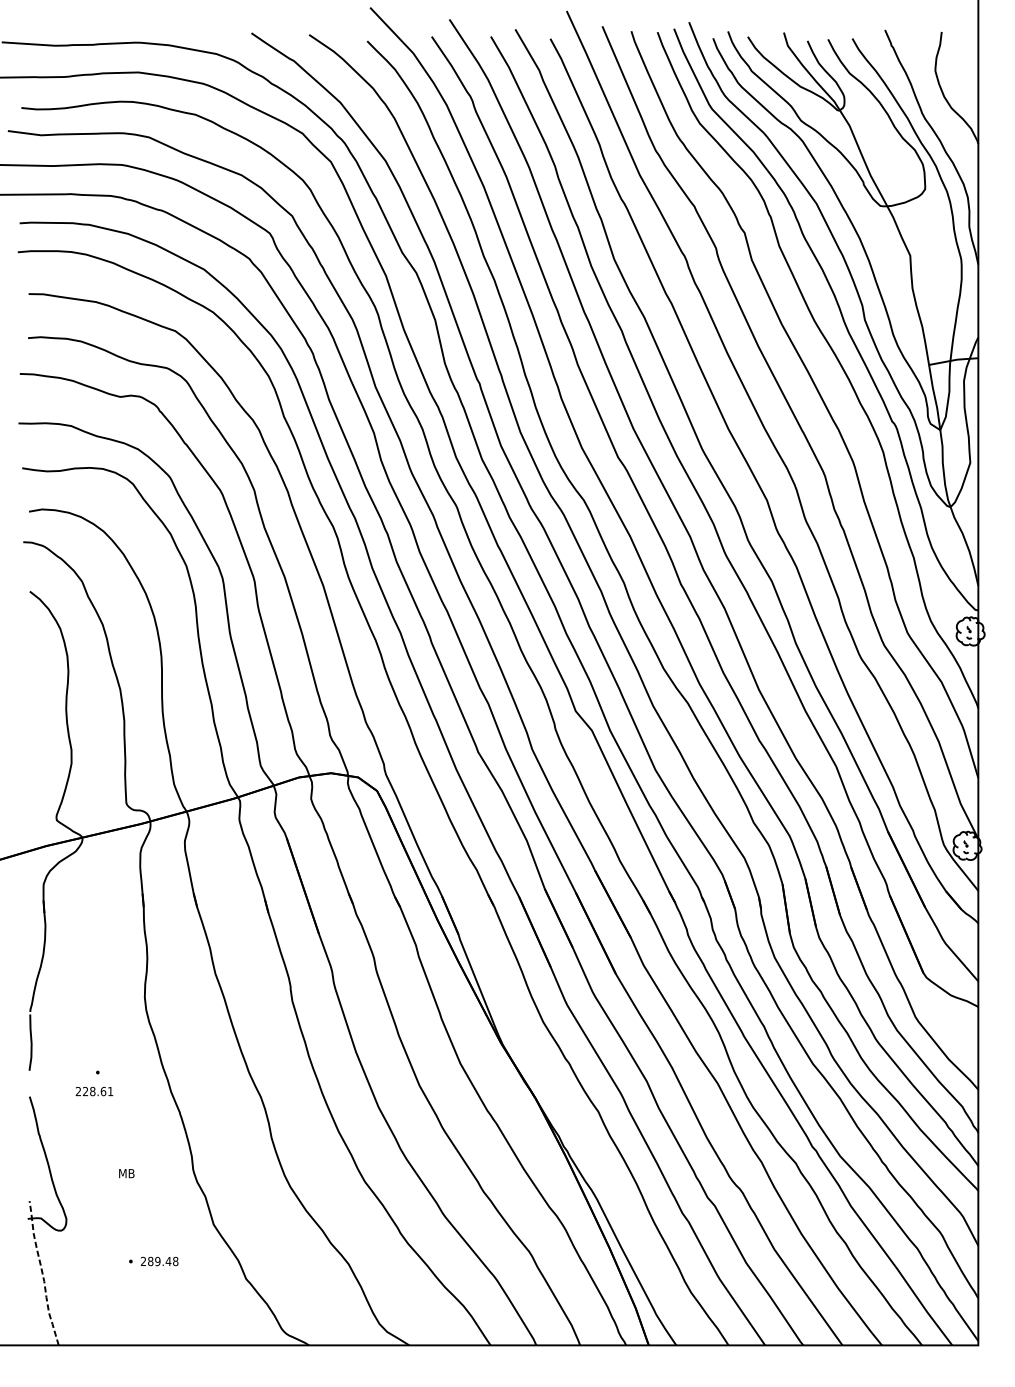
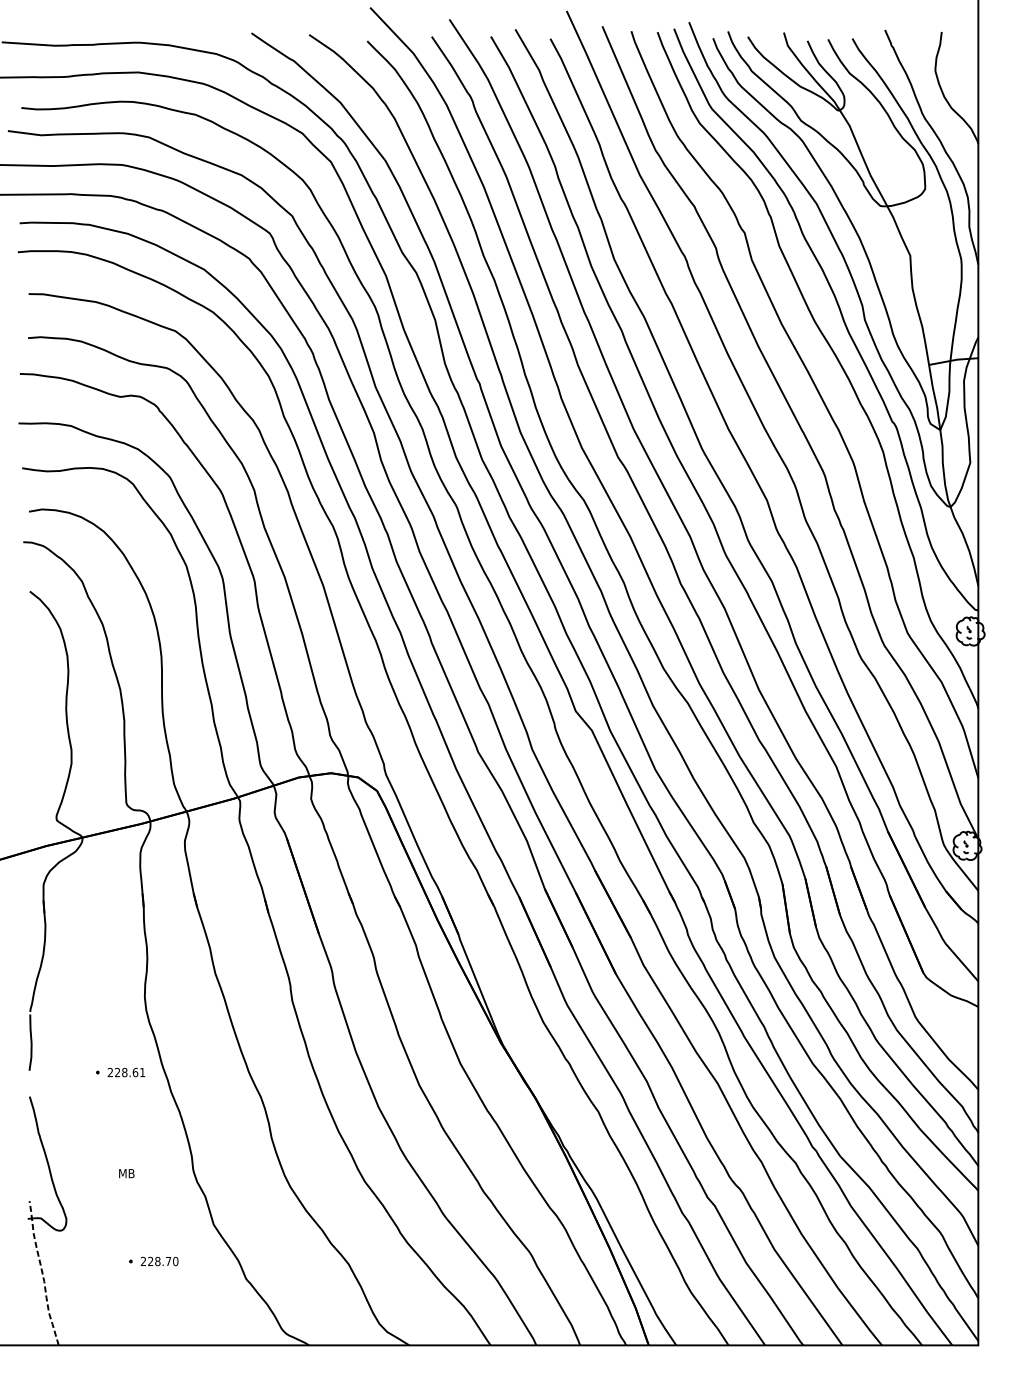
text at (94, 1091) position: (94, 1091) -> (126, 1072)
text at (163, 1261): 289.48 -> 228.70
